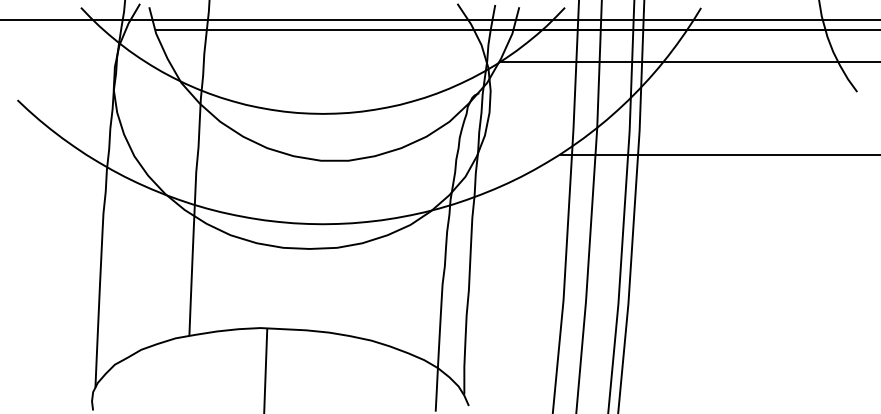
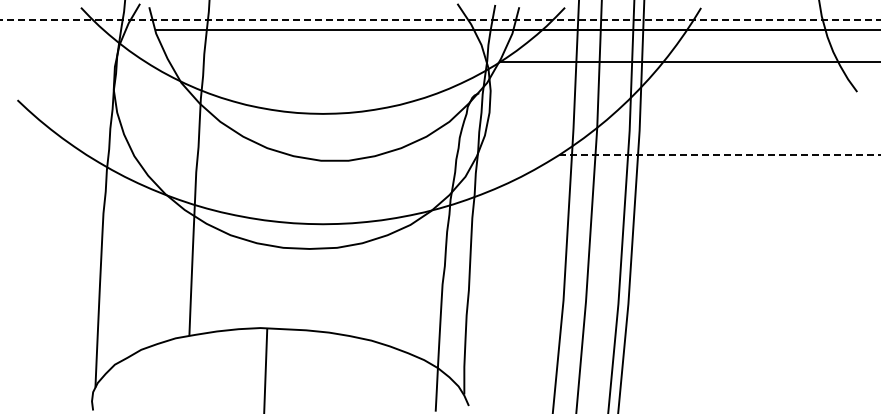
line at (440, 20): solid -> dashed
line at (720, 155): solid -> dashed
